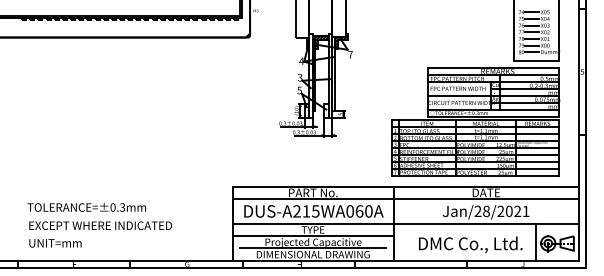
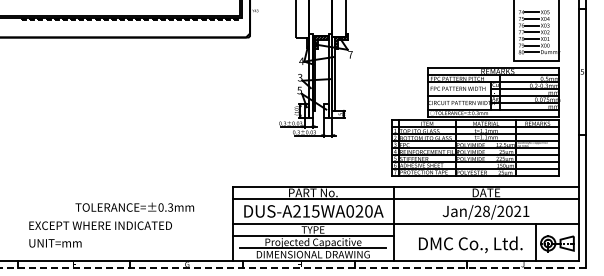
text at (86, 206) position: (86, 206) -> (134, 206)
text at (359, 211): DUS-A215WA060A -> DUS-A215WA020A
line at (293, 267): solid -> dashed
